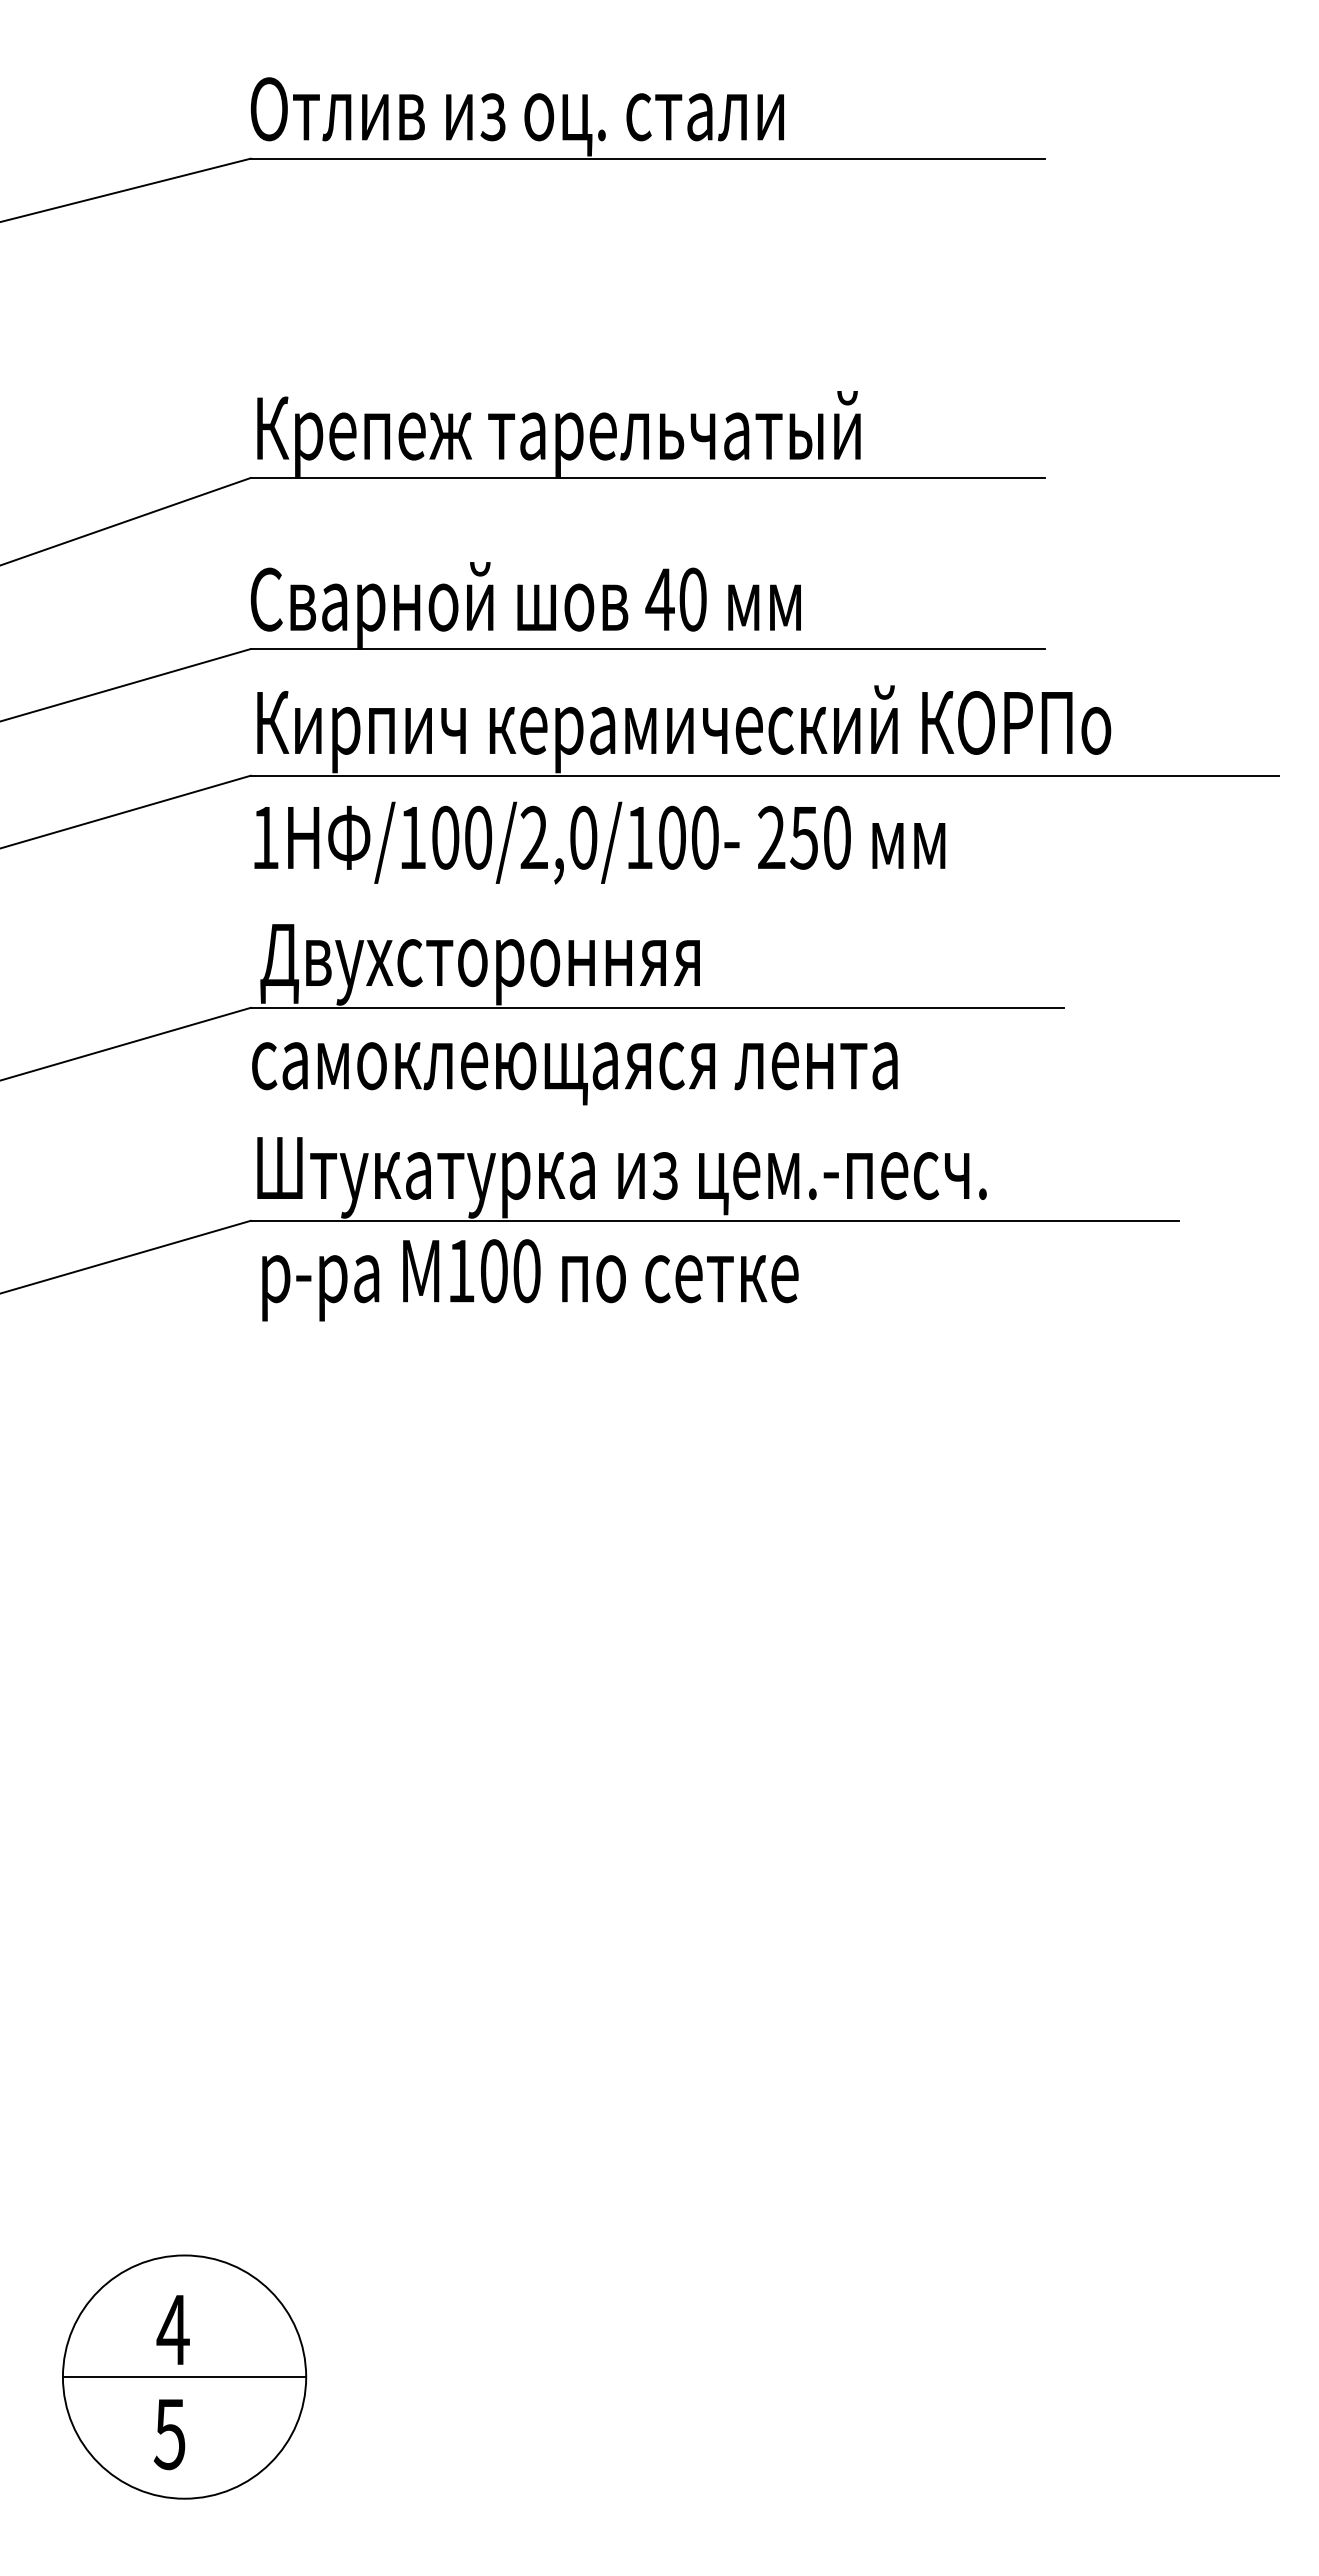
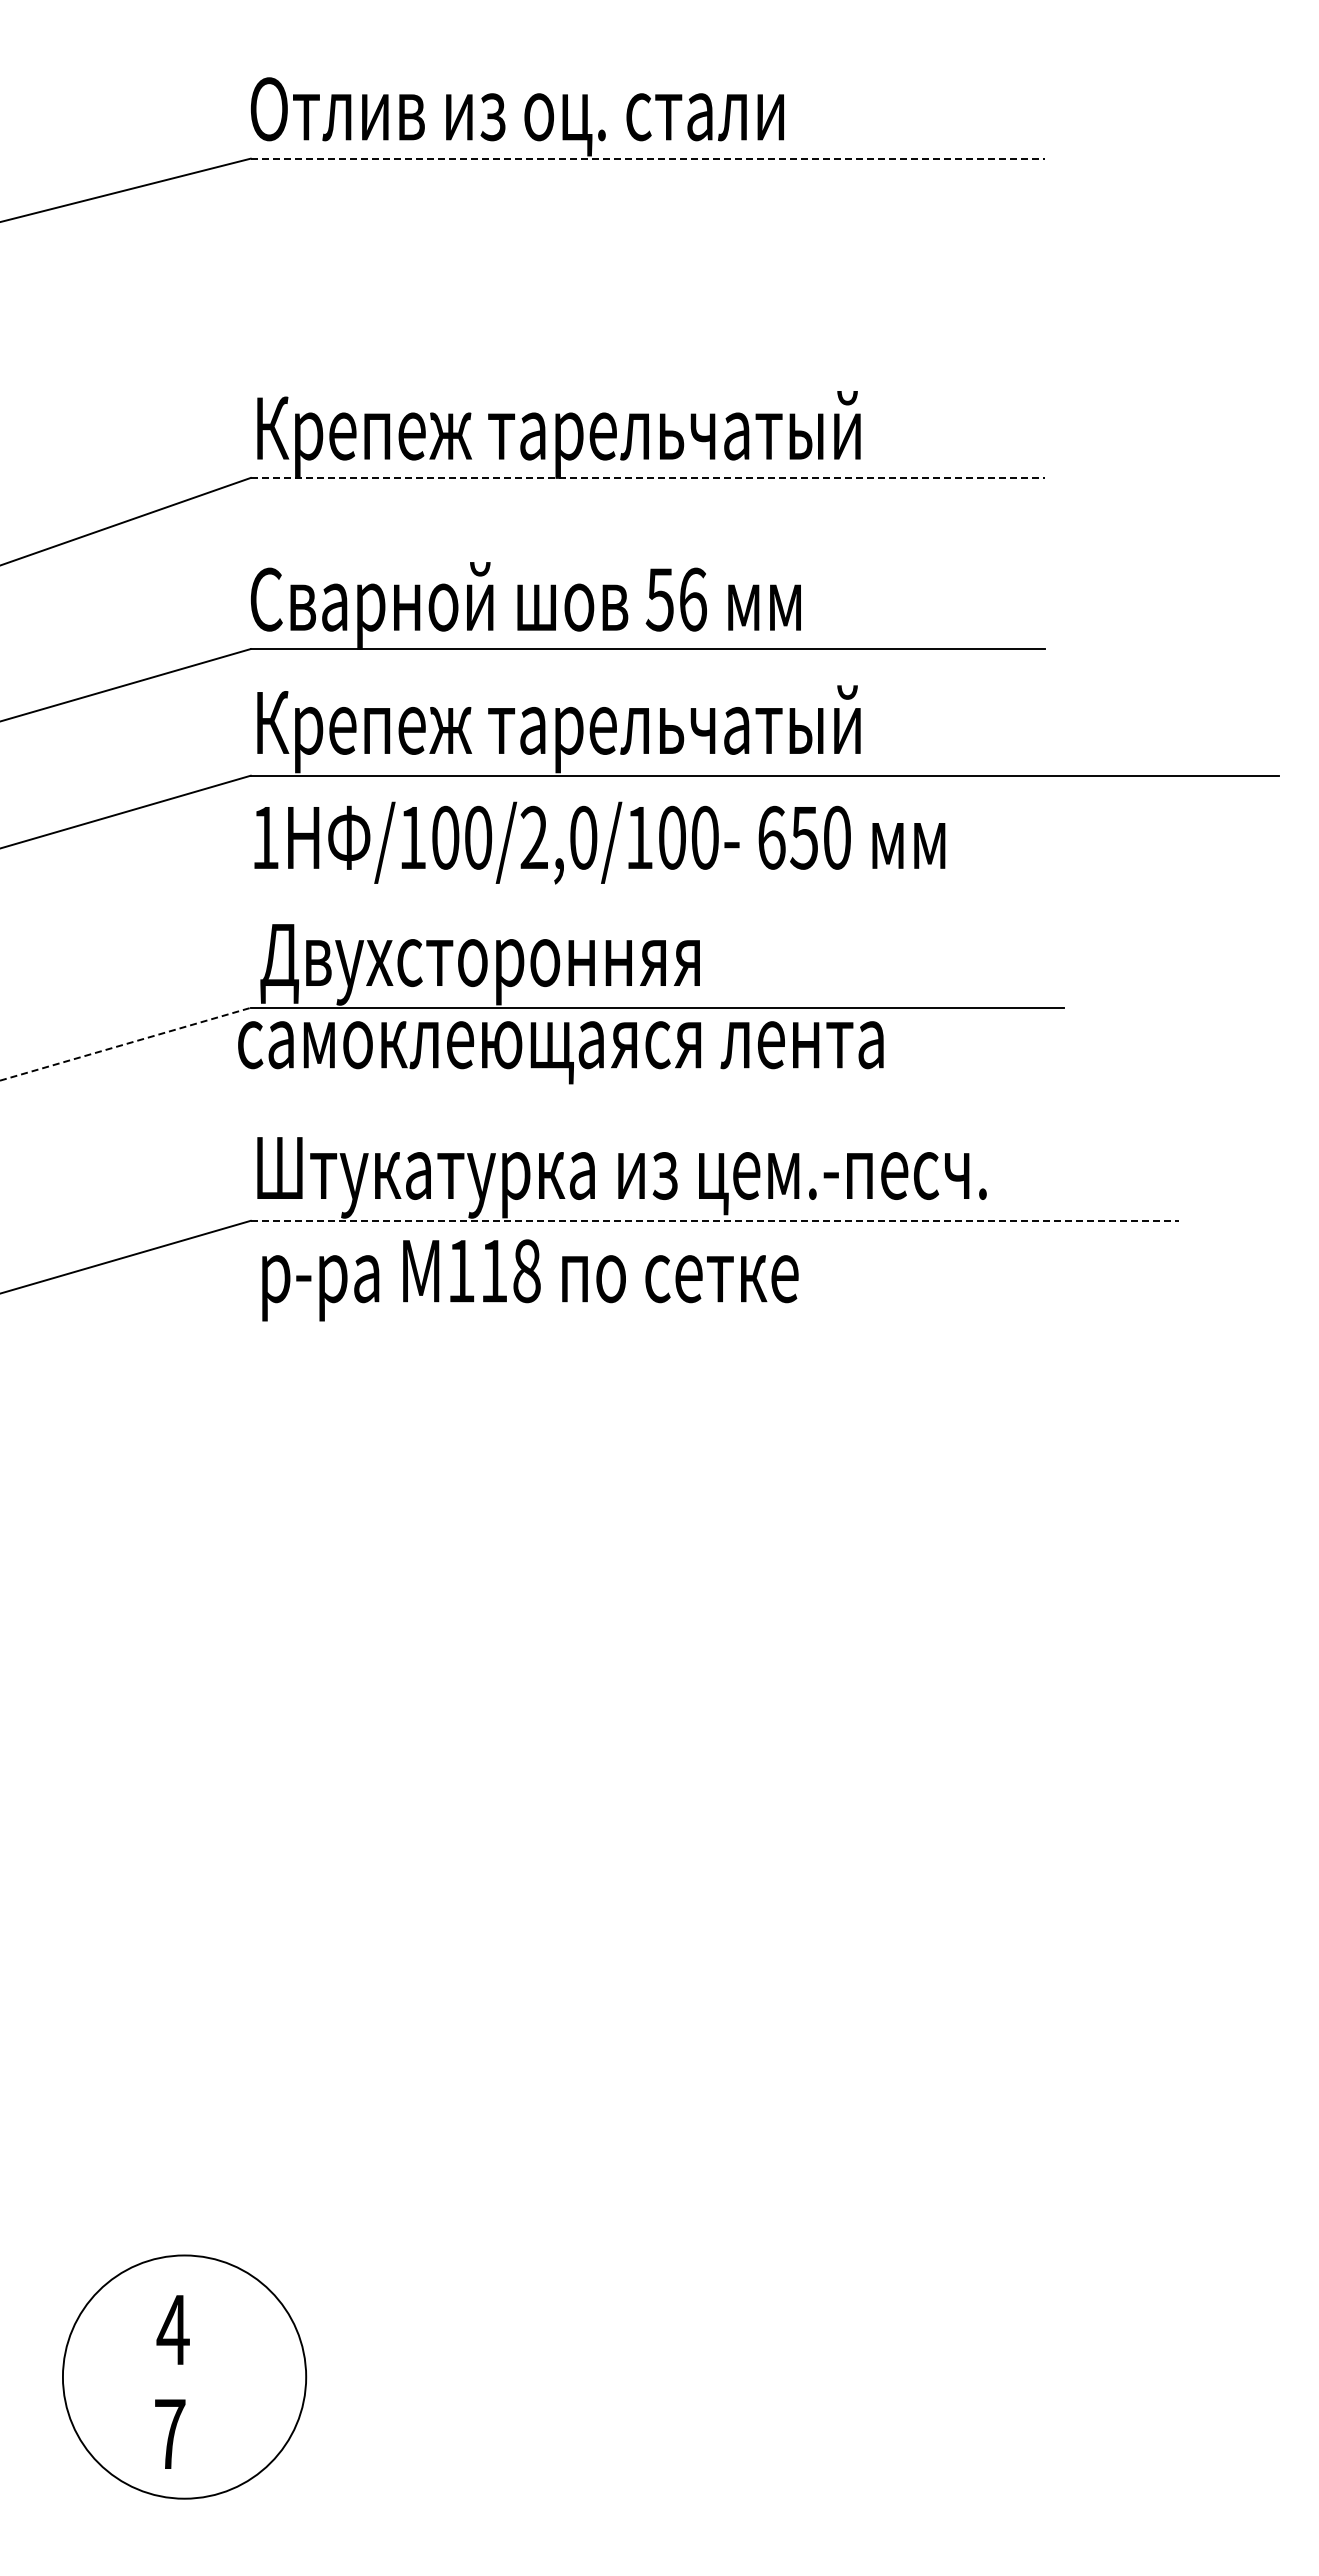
line at (648, 158): solid -> dashed
line at (648, 477): solid -> dashed
text at (675, 599): 40 -> 56
text at (703, 729): Кирпич керамический КОРПо -> Крепеж тарельчатый
text at (771, 837): 250 -> 650
line at (126, 1044): solid -> dashed
text at (574, 1073) position: (574, 1073) -> (560, 1052)
line at (714, 1220): solid -> dashed
text at (510, 1271): 100 -> 118
line at (184, 2377): present -> none
text at (169, 2434): 5 -> 7
